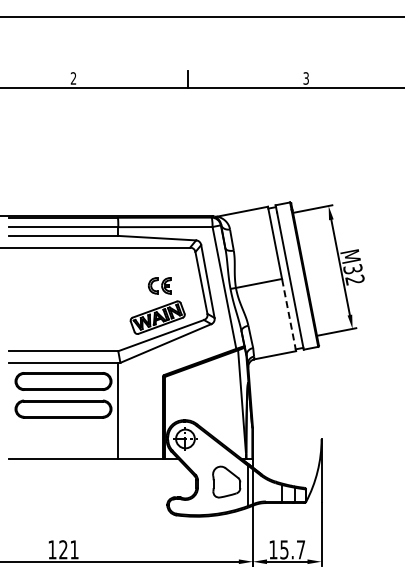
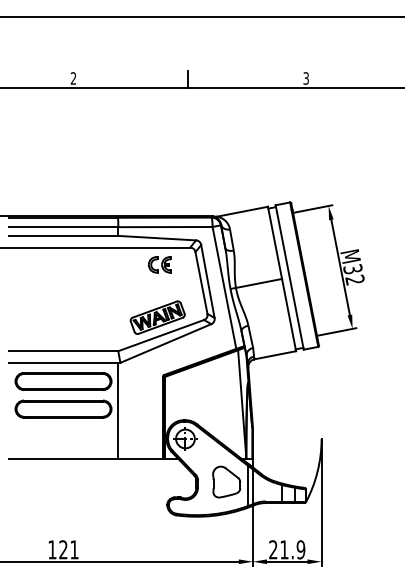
part at (159, 285) position: (159, 285) -> (159, 264)
line at (289, 315): dashed -> solid
text at (287, 549): 15.7 -> 21.9
